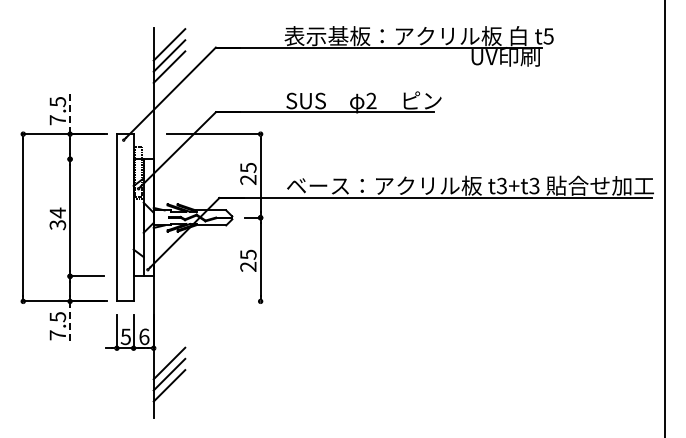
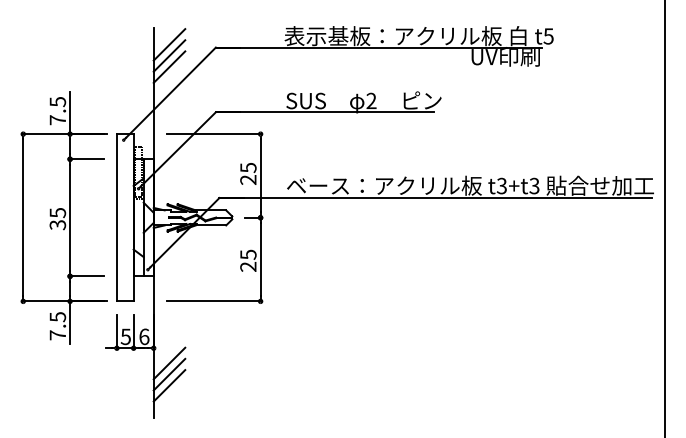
line at (70, 112): dashed -> solid
line at (86, 159): none -> present
text at (57, 212): 34 -> 35
line at (213, 301): none -> present
line at (70, 323): dashed -> solid
